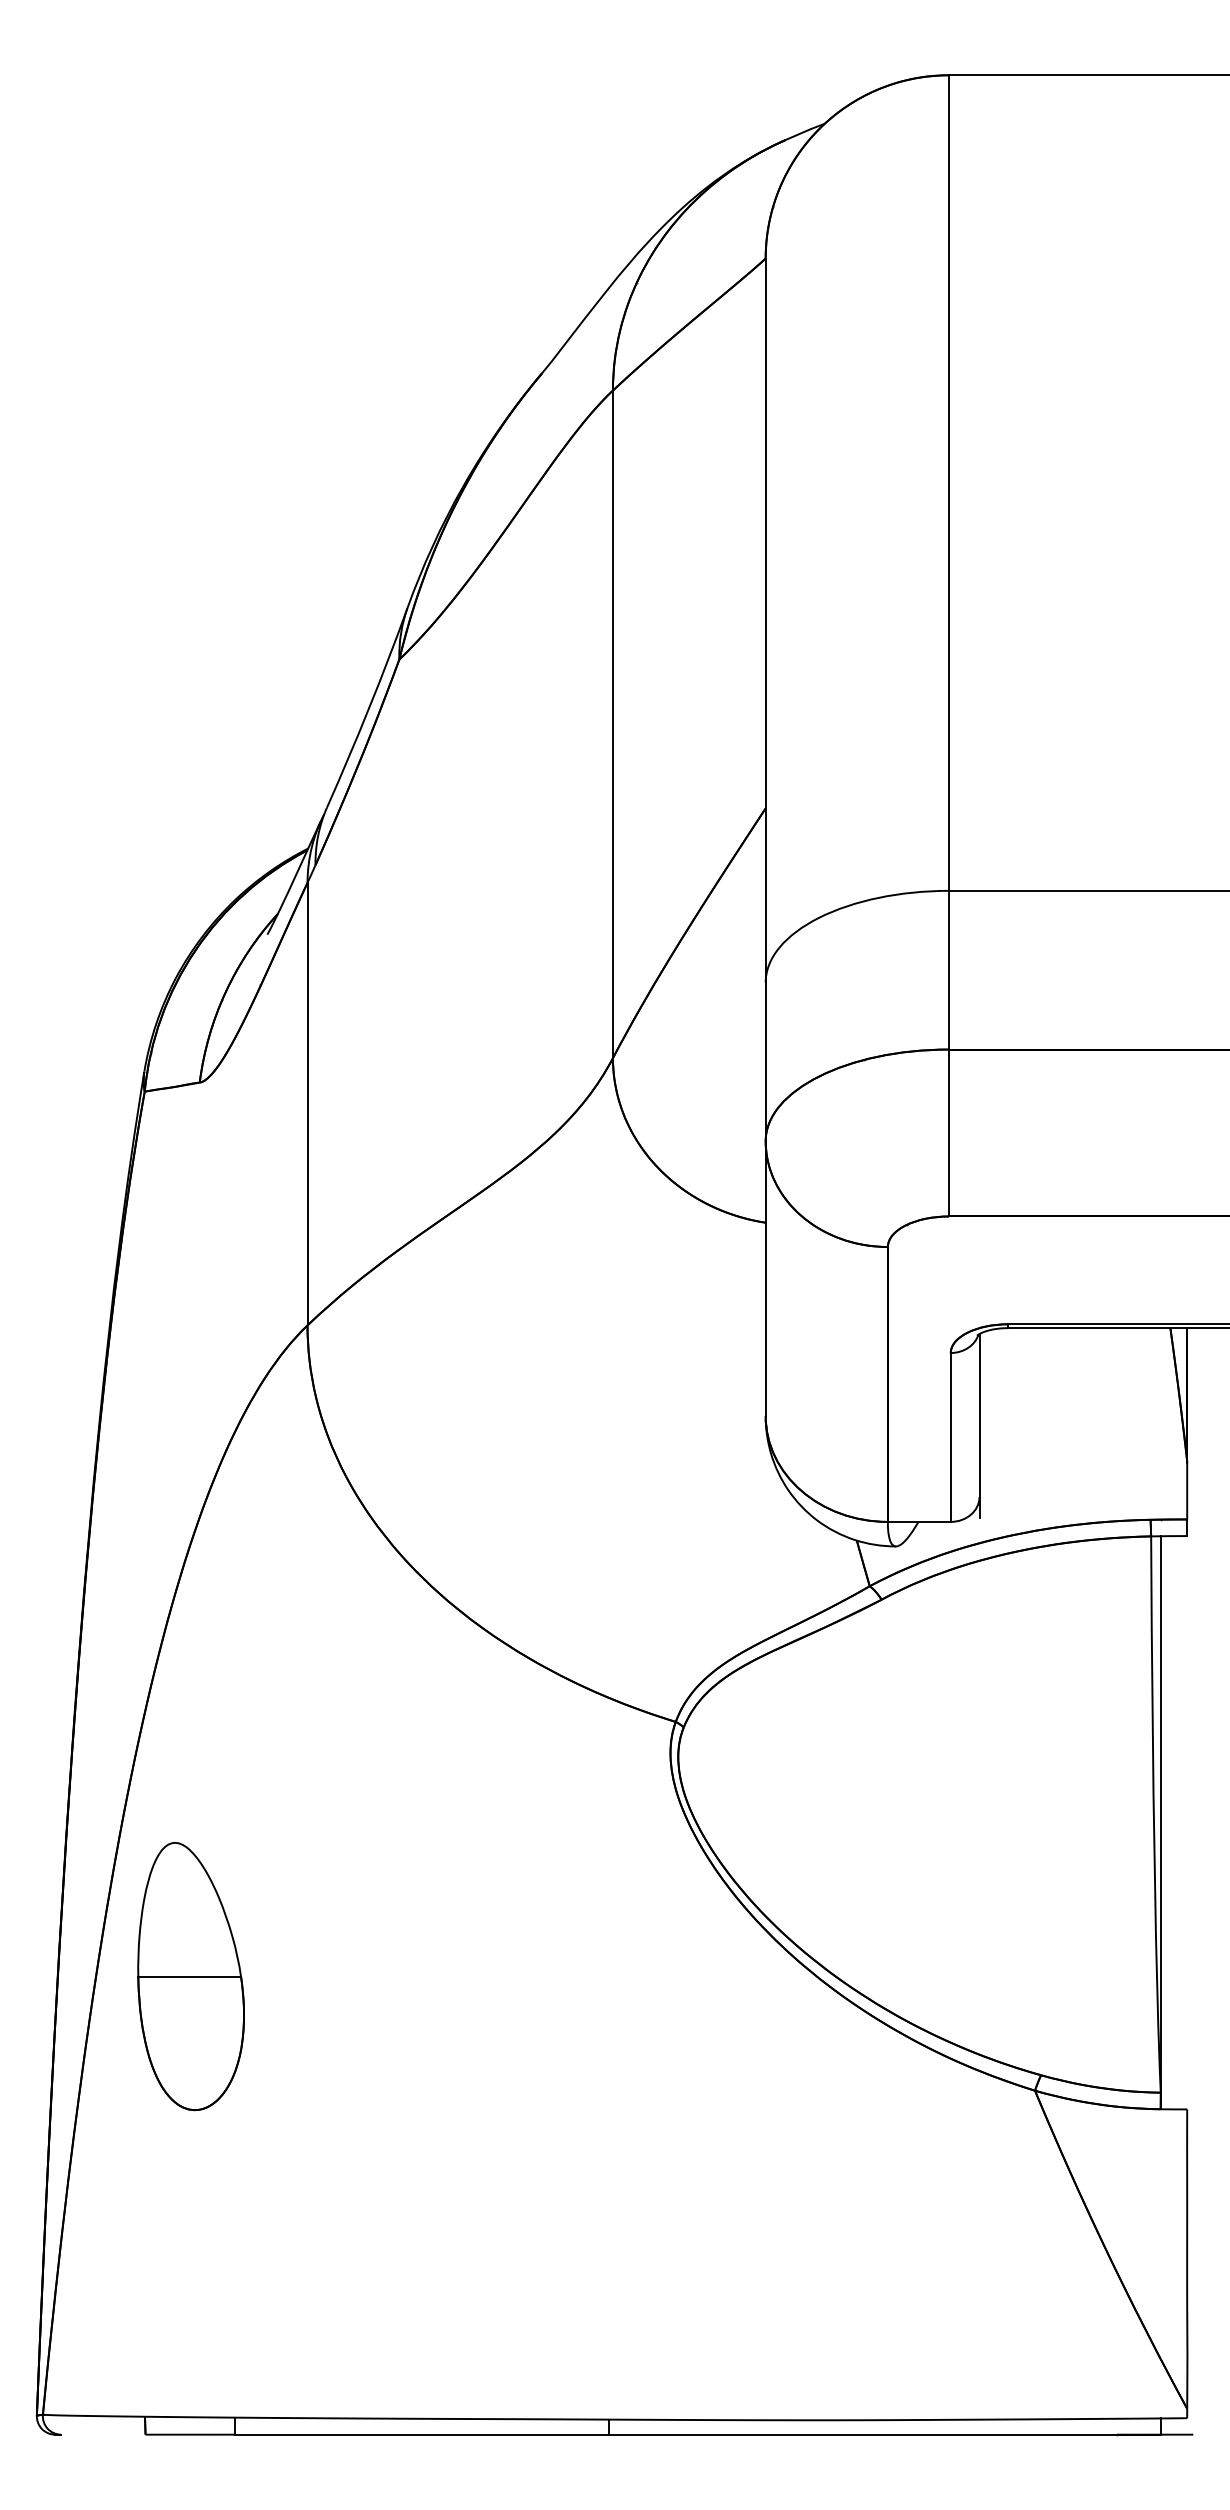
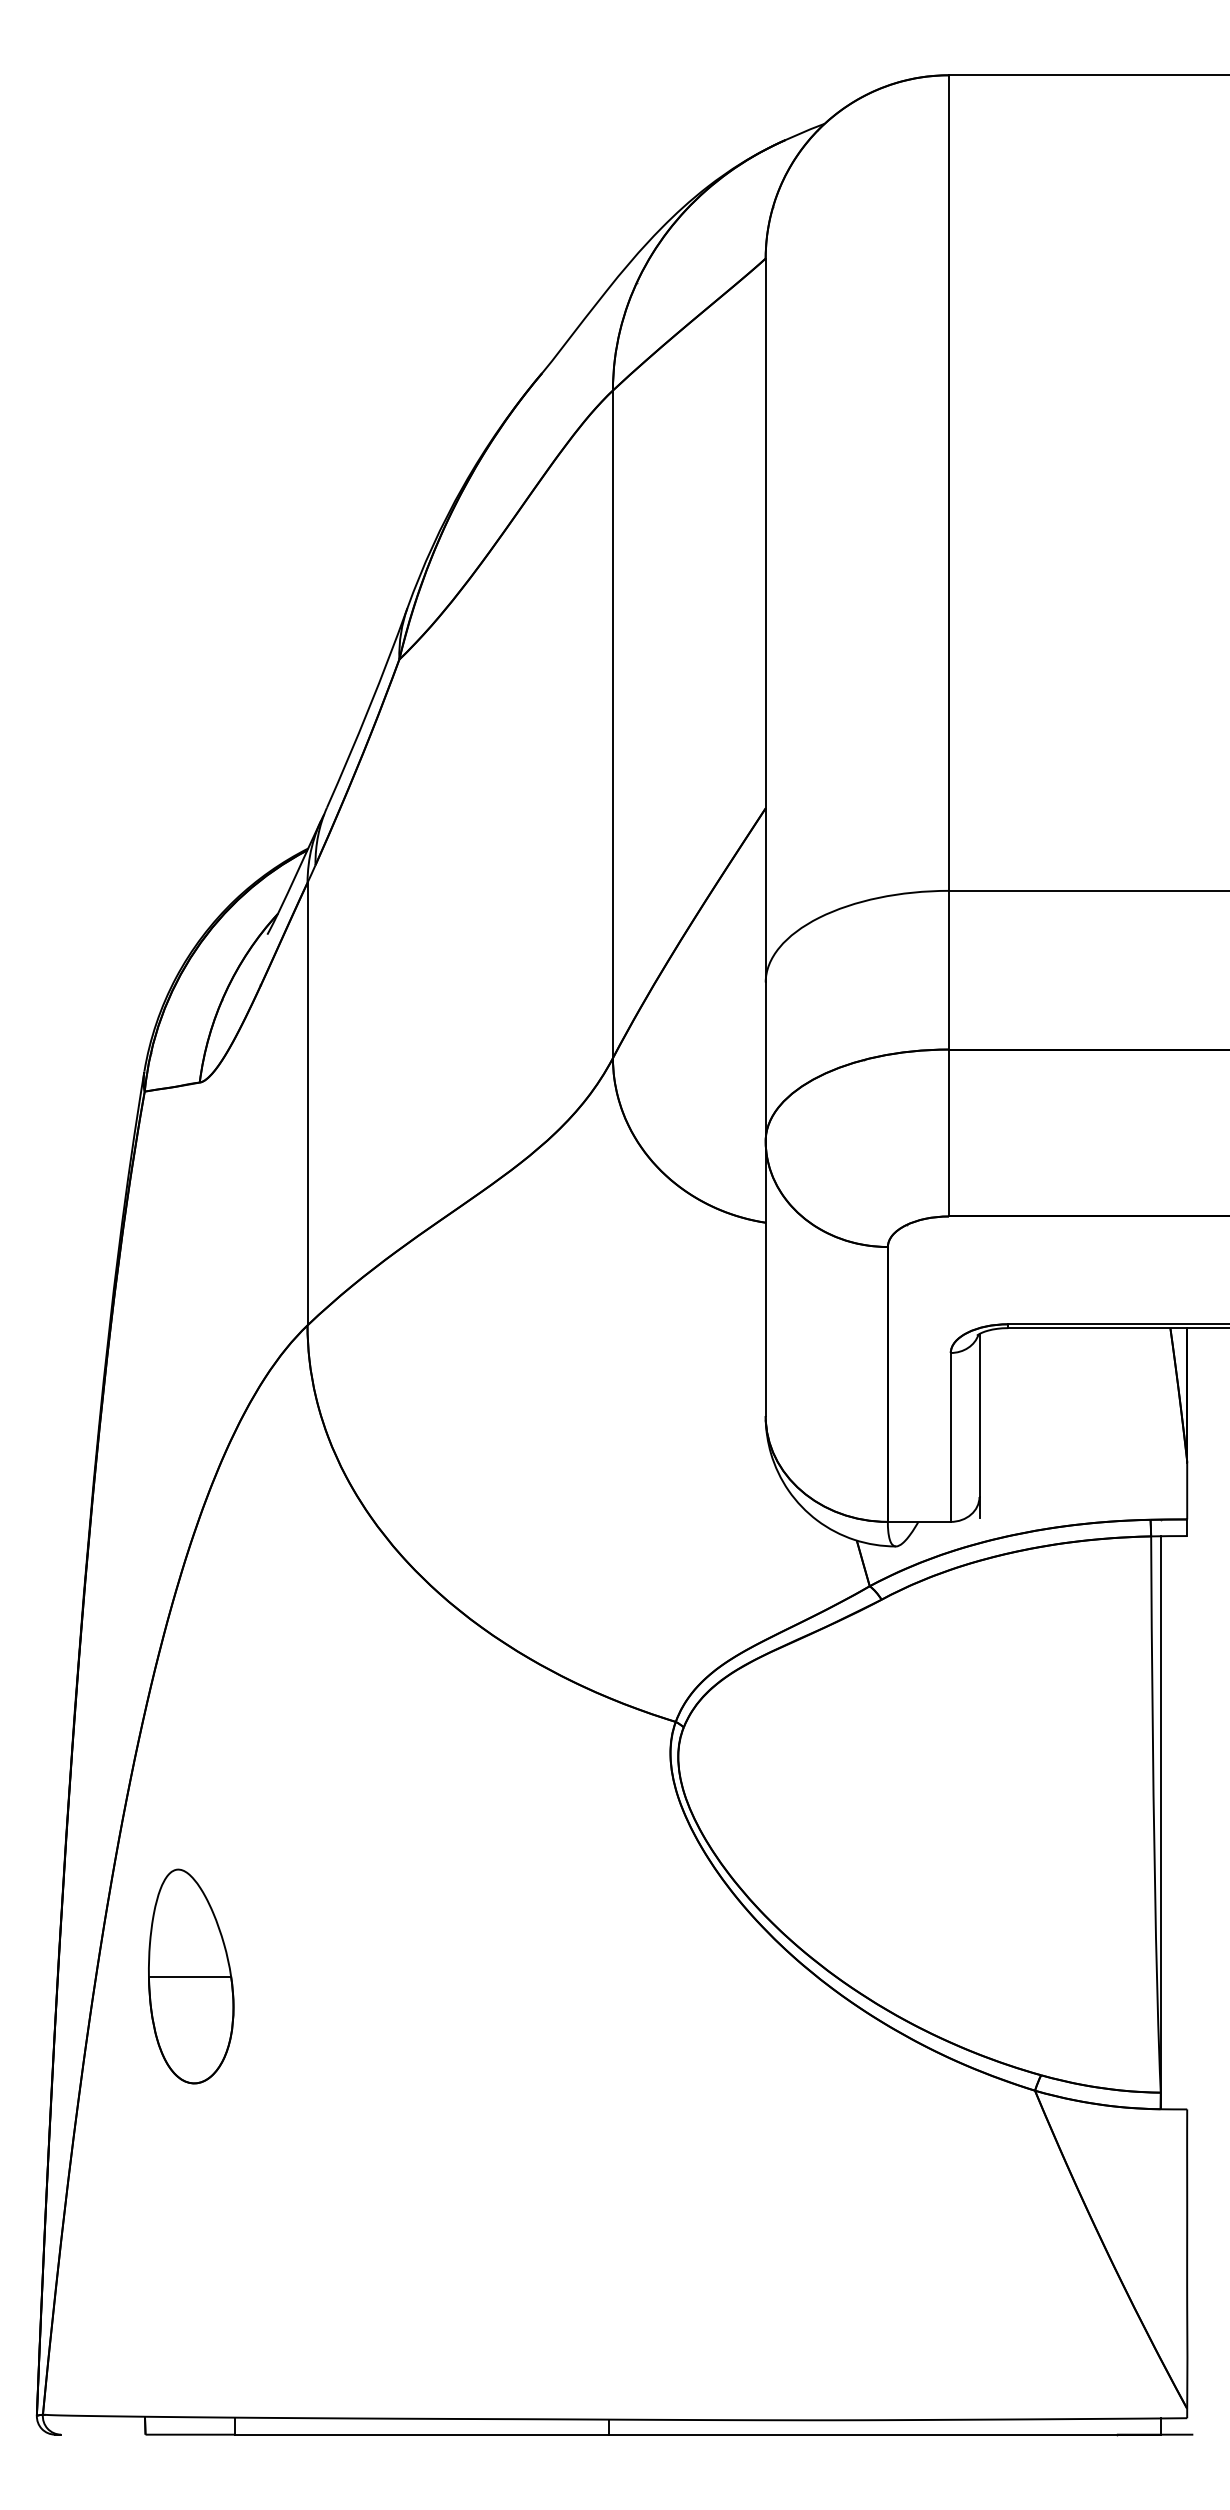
part at (190, 1976) size: 108x270 px -> 87x217 px
